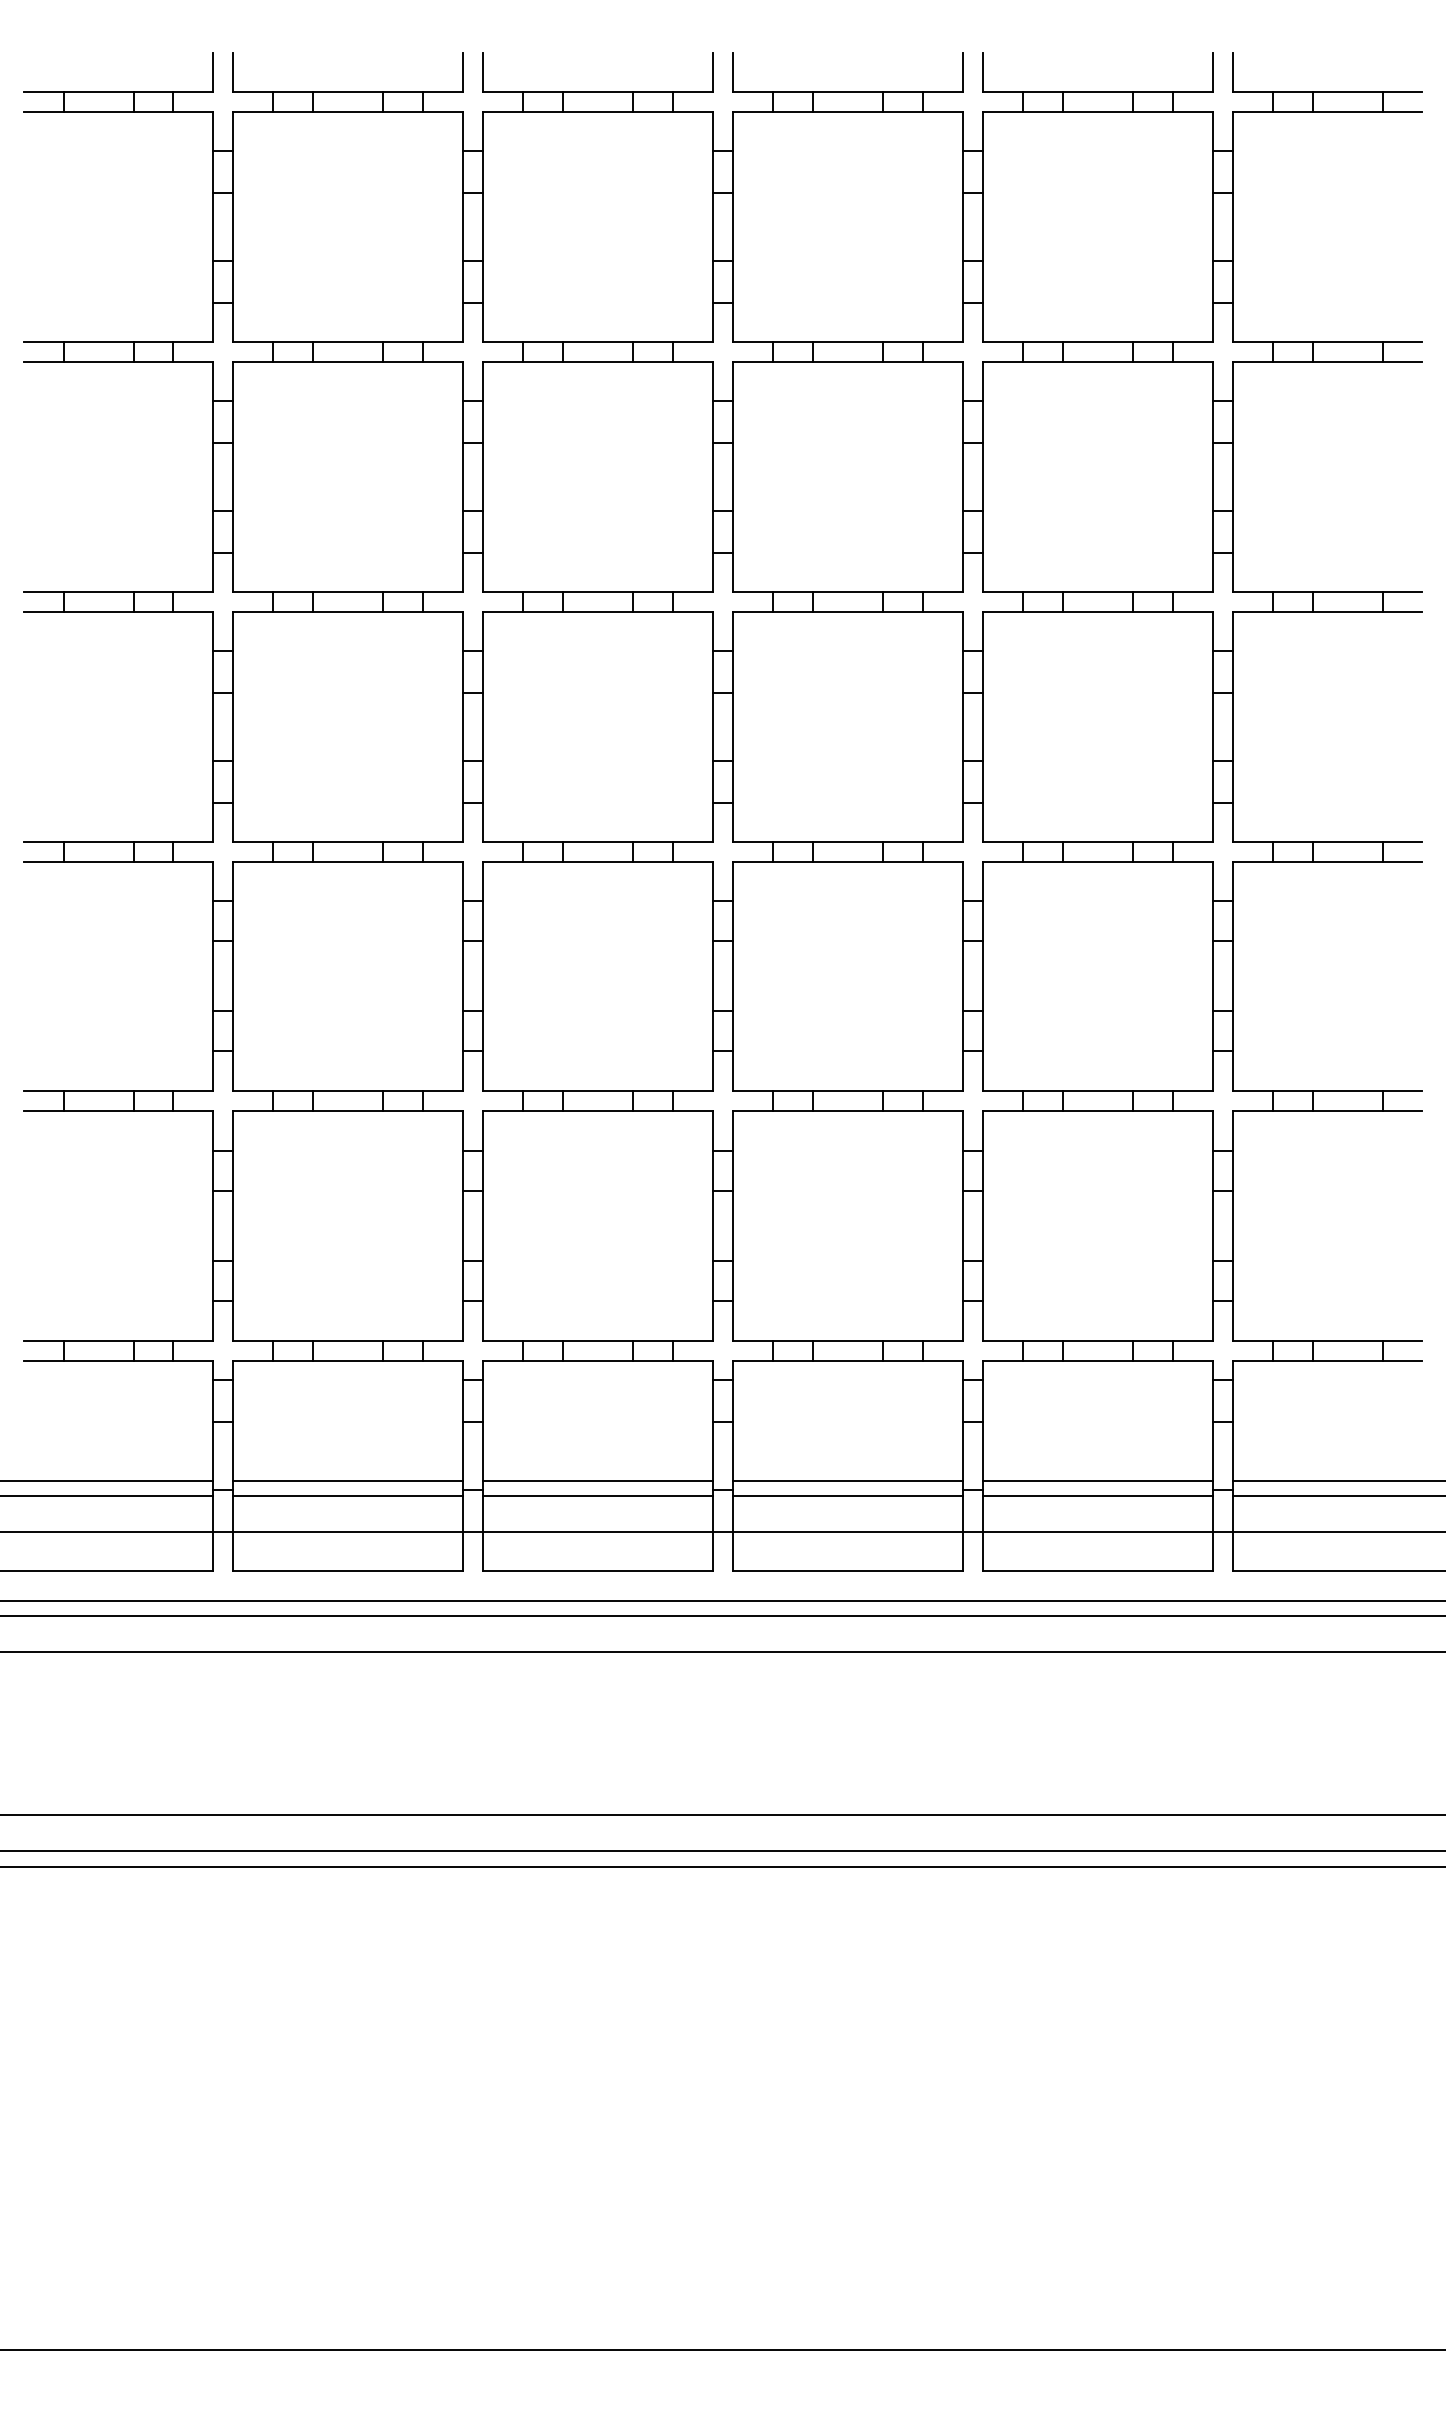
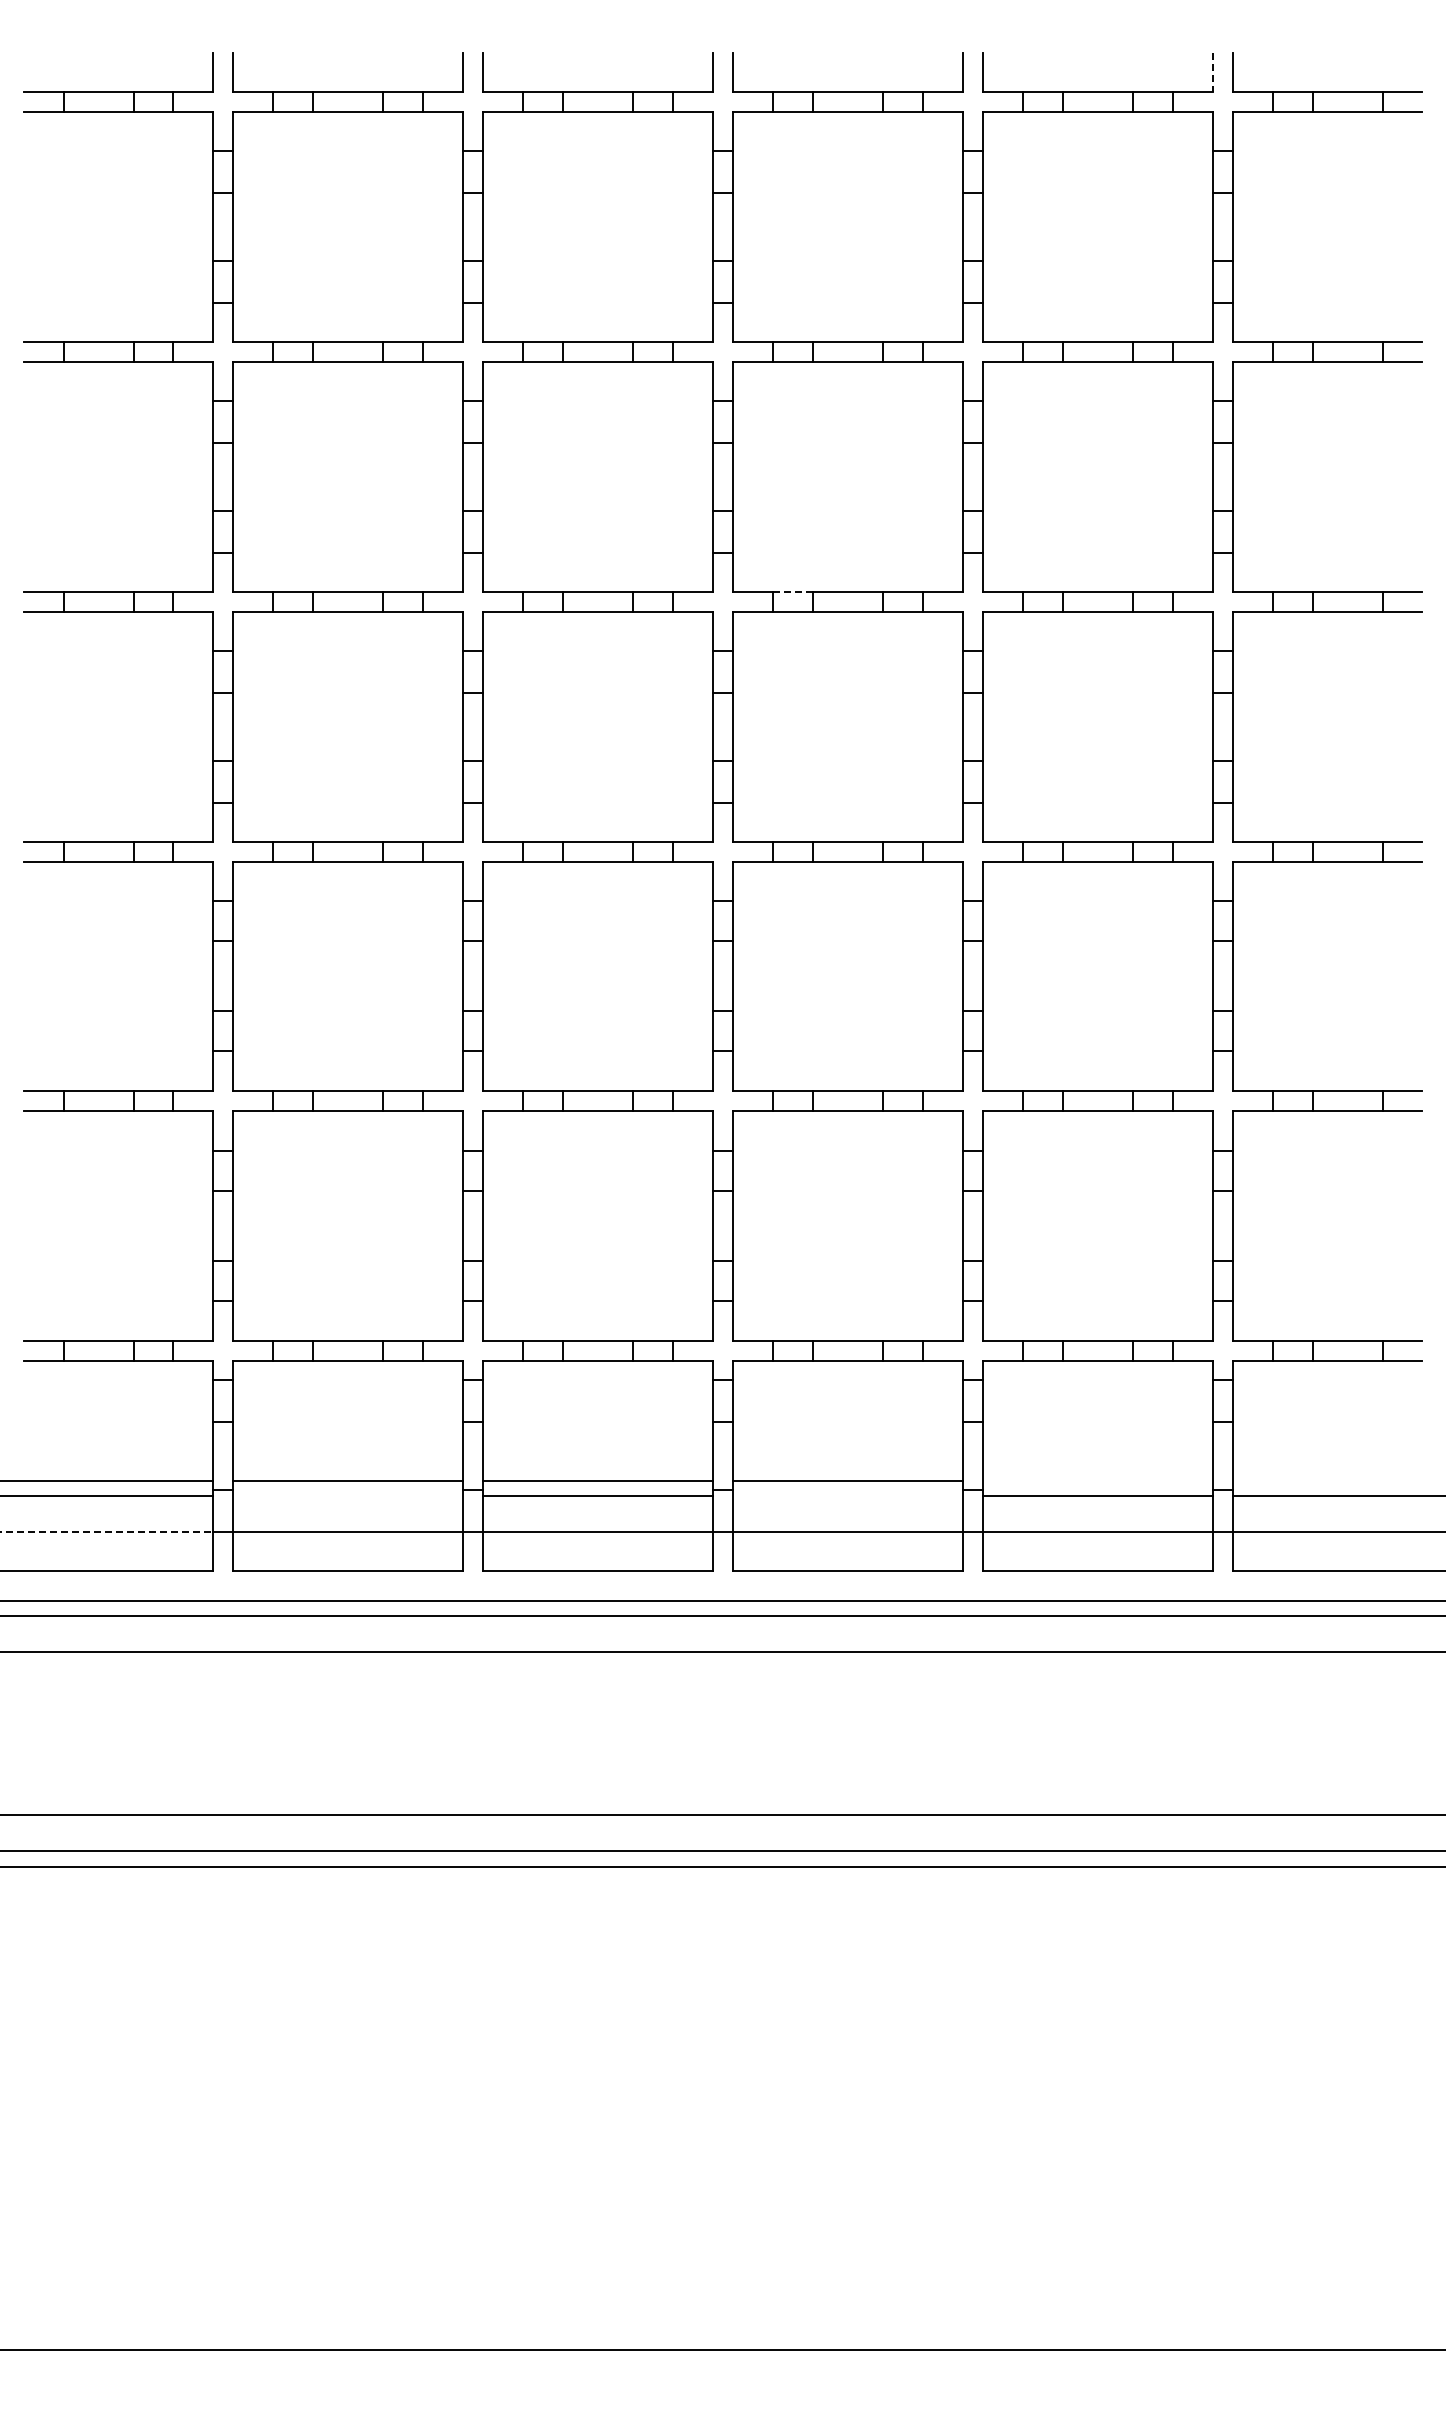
line at (1212, 73): solid -> dashed
line at (792, 591): solid -> dashed
line at (1097, 1480): present -> none
line at (1337, 1480): present -> none
line at (348, 1496): present -> none
line at (847, 1496): present -> none
line at (107, 1531): solid -> dashed
